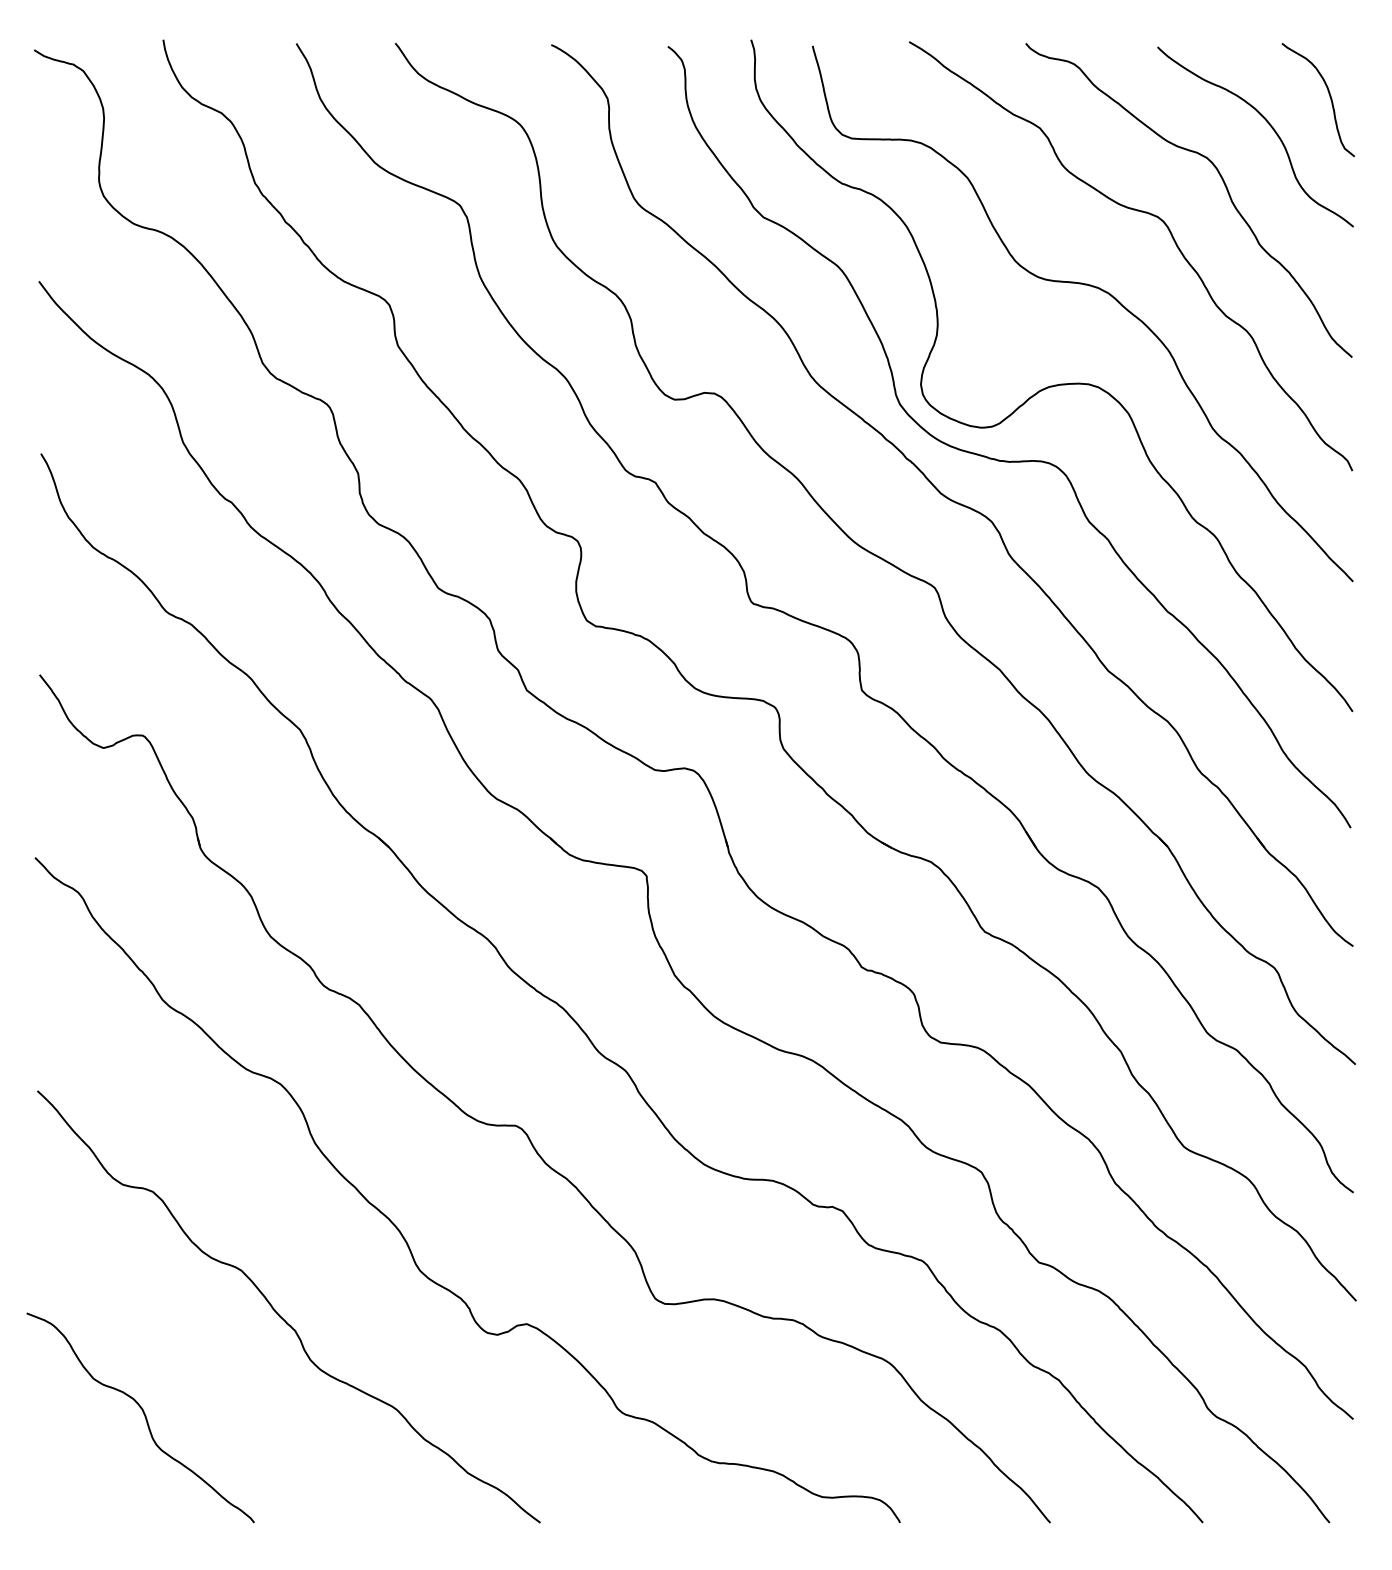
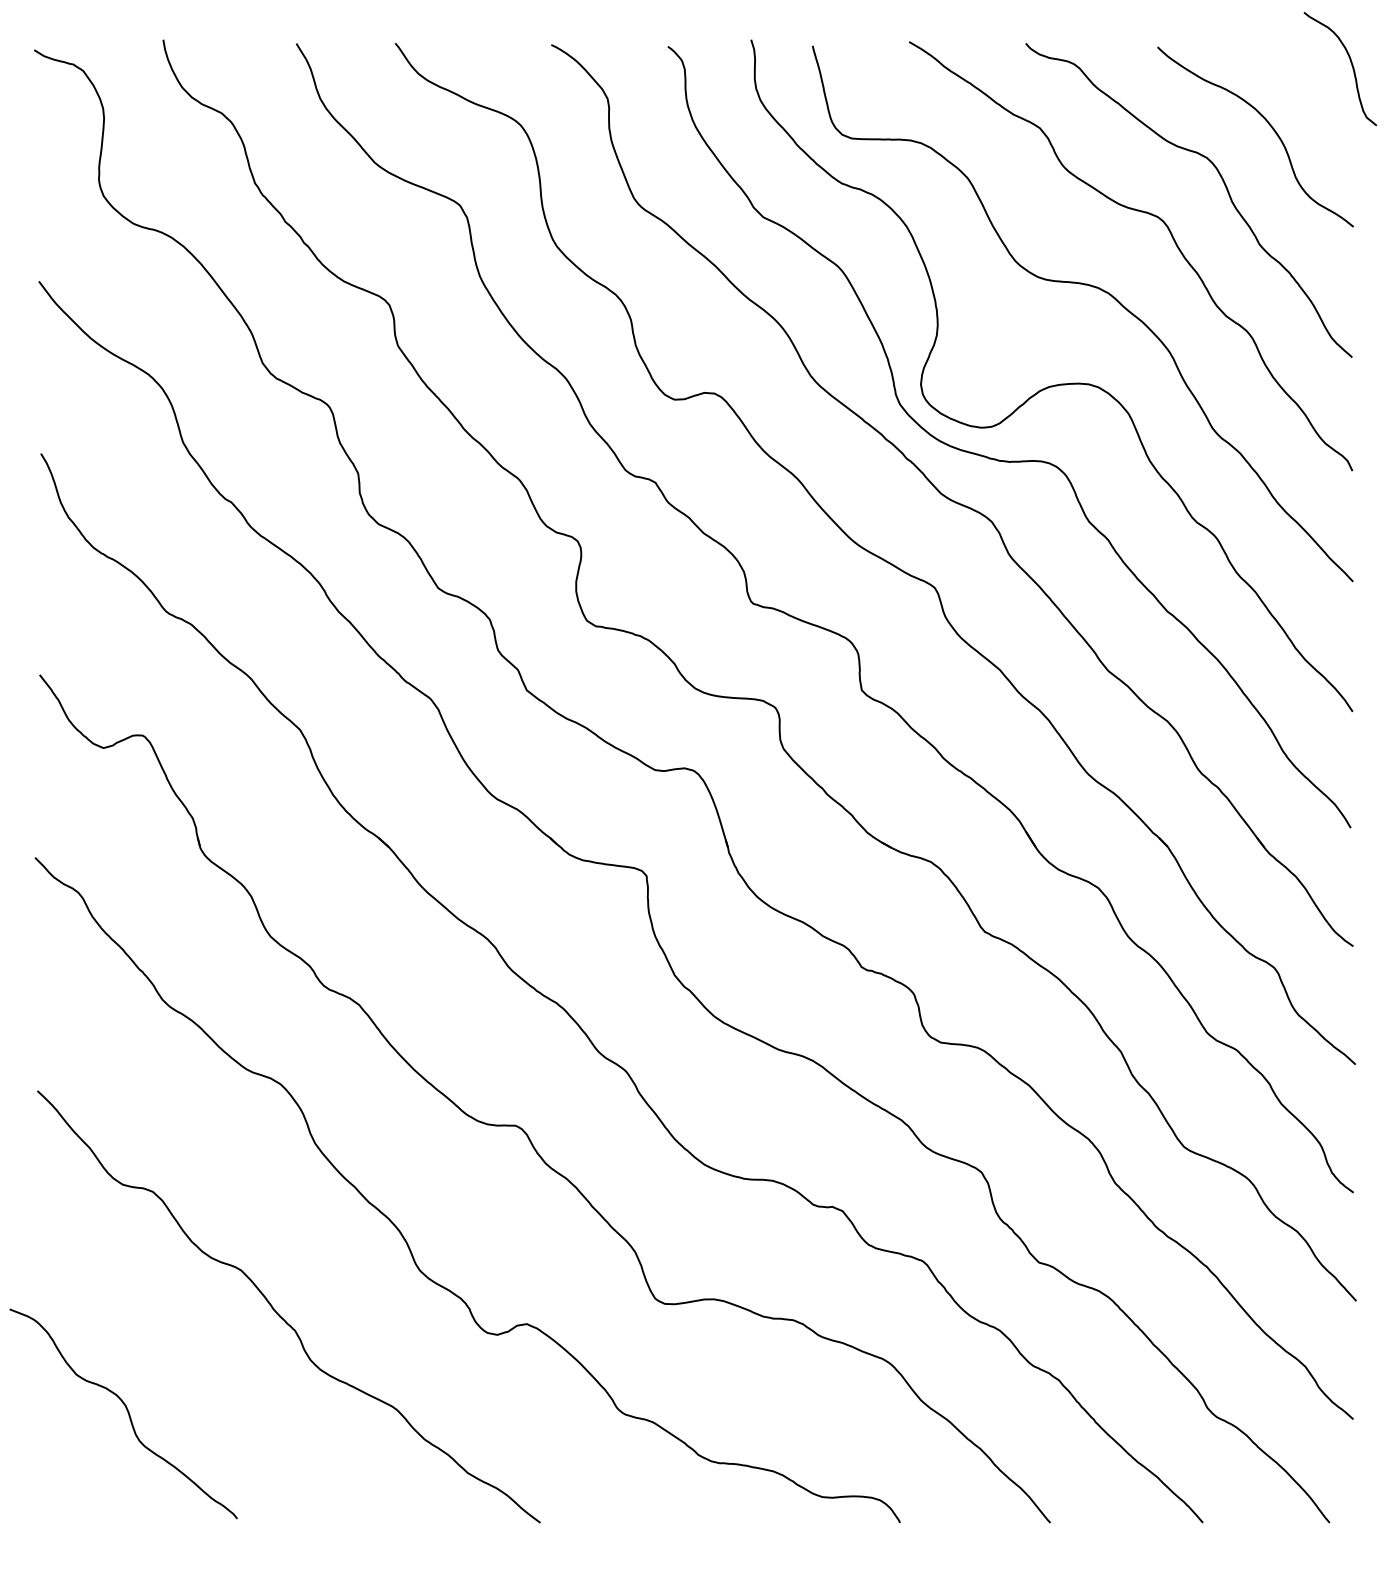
curve at (1329, 97) position: (1329, 97) -> (1351, 66)
curve at (144, 1416) position: (144, 1416) -> (127, 1412)
